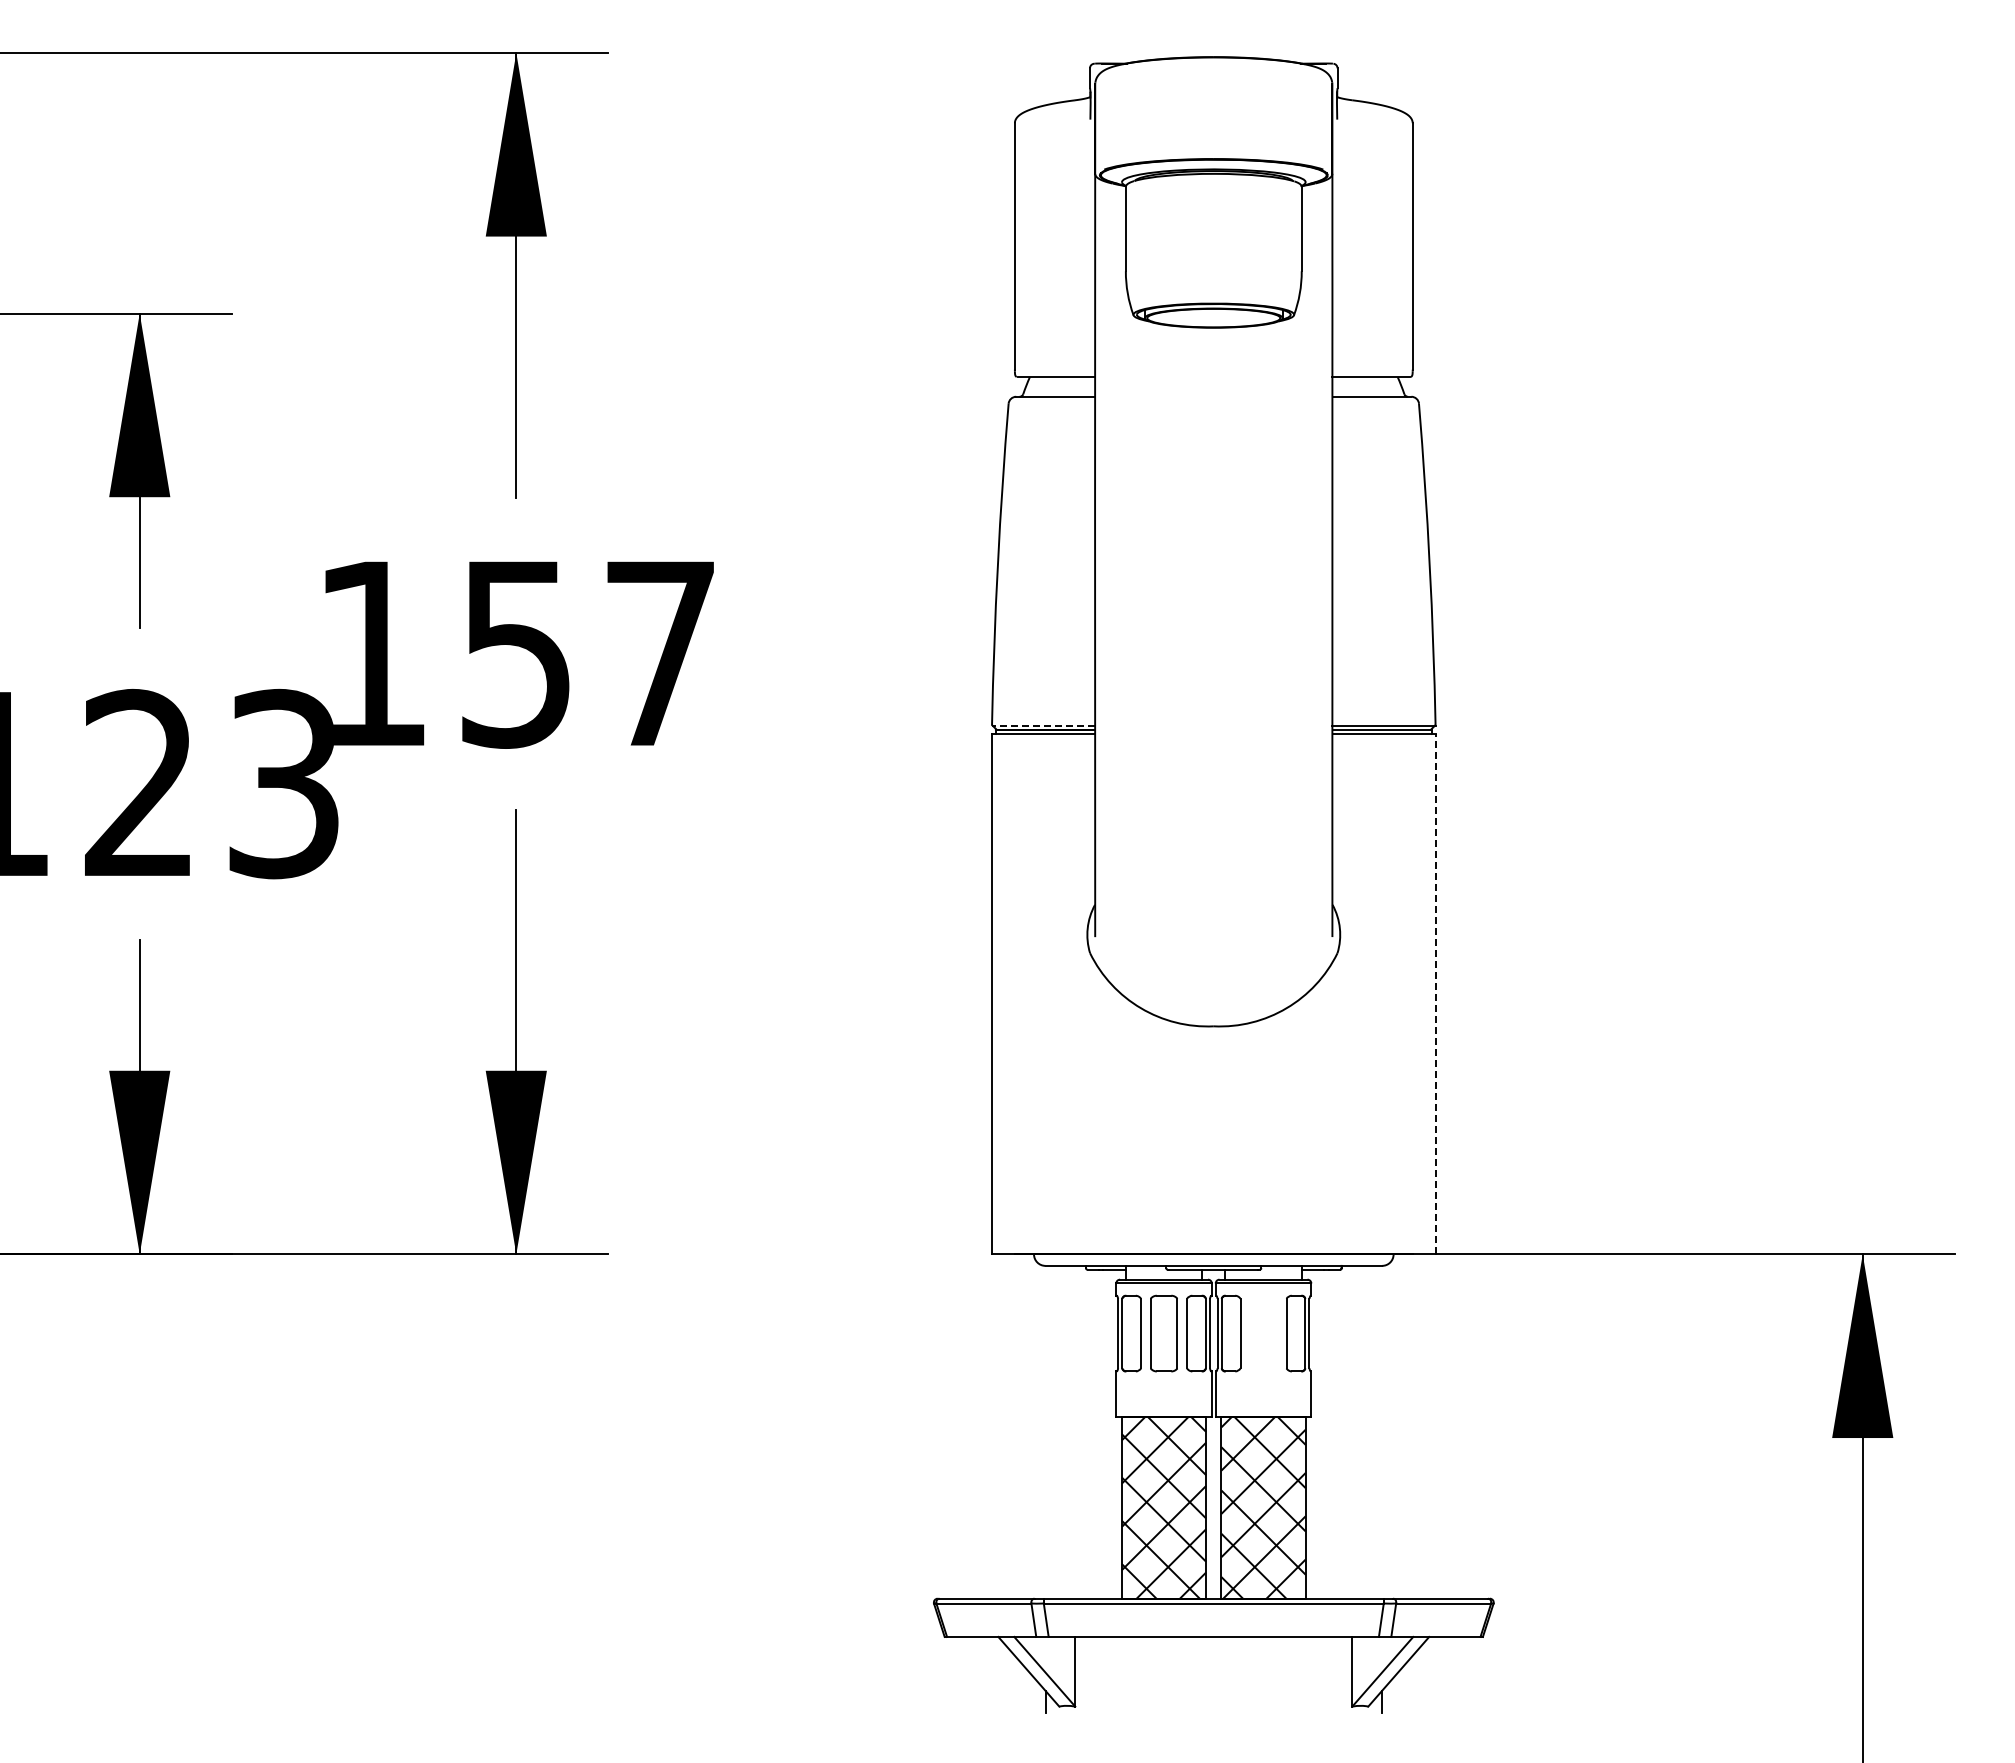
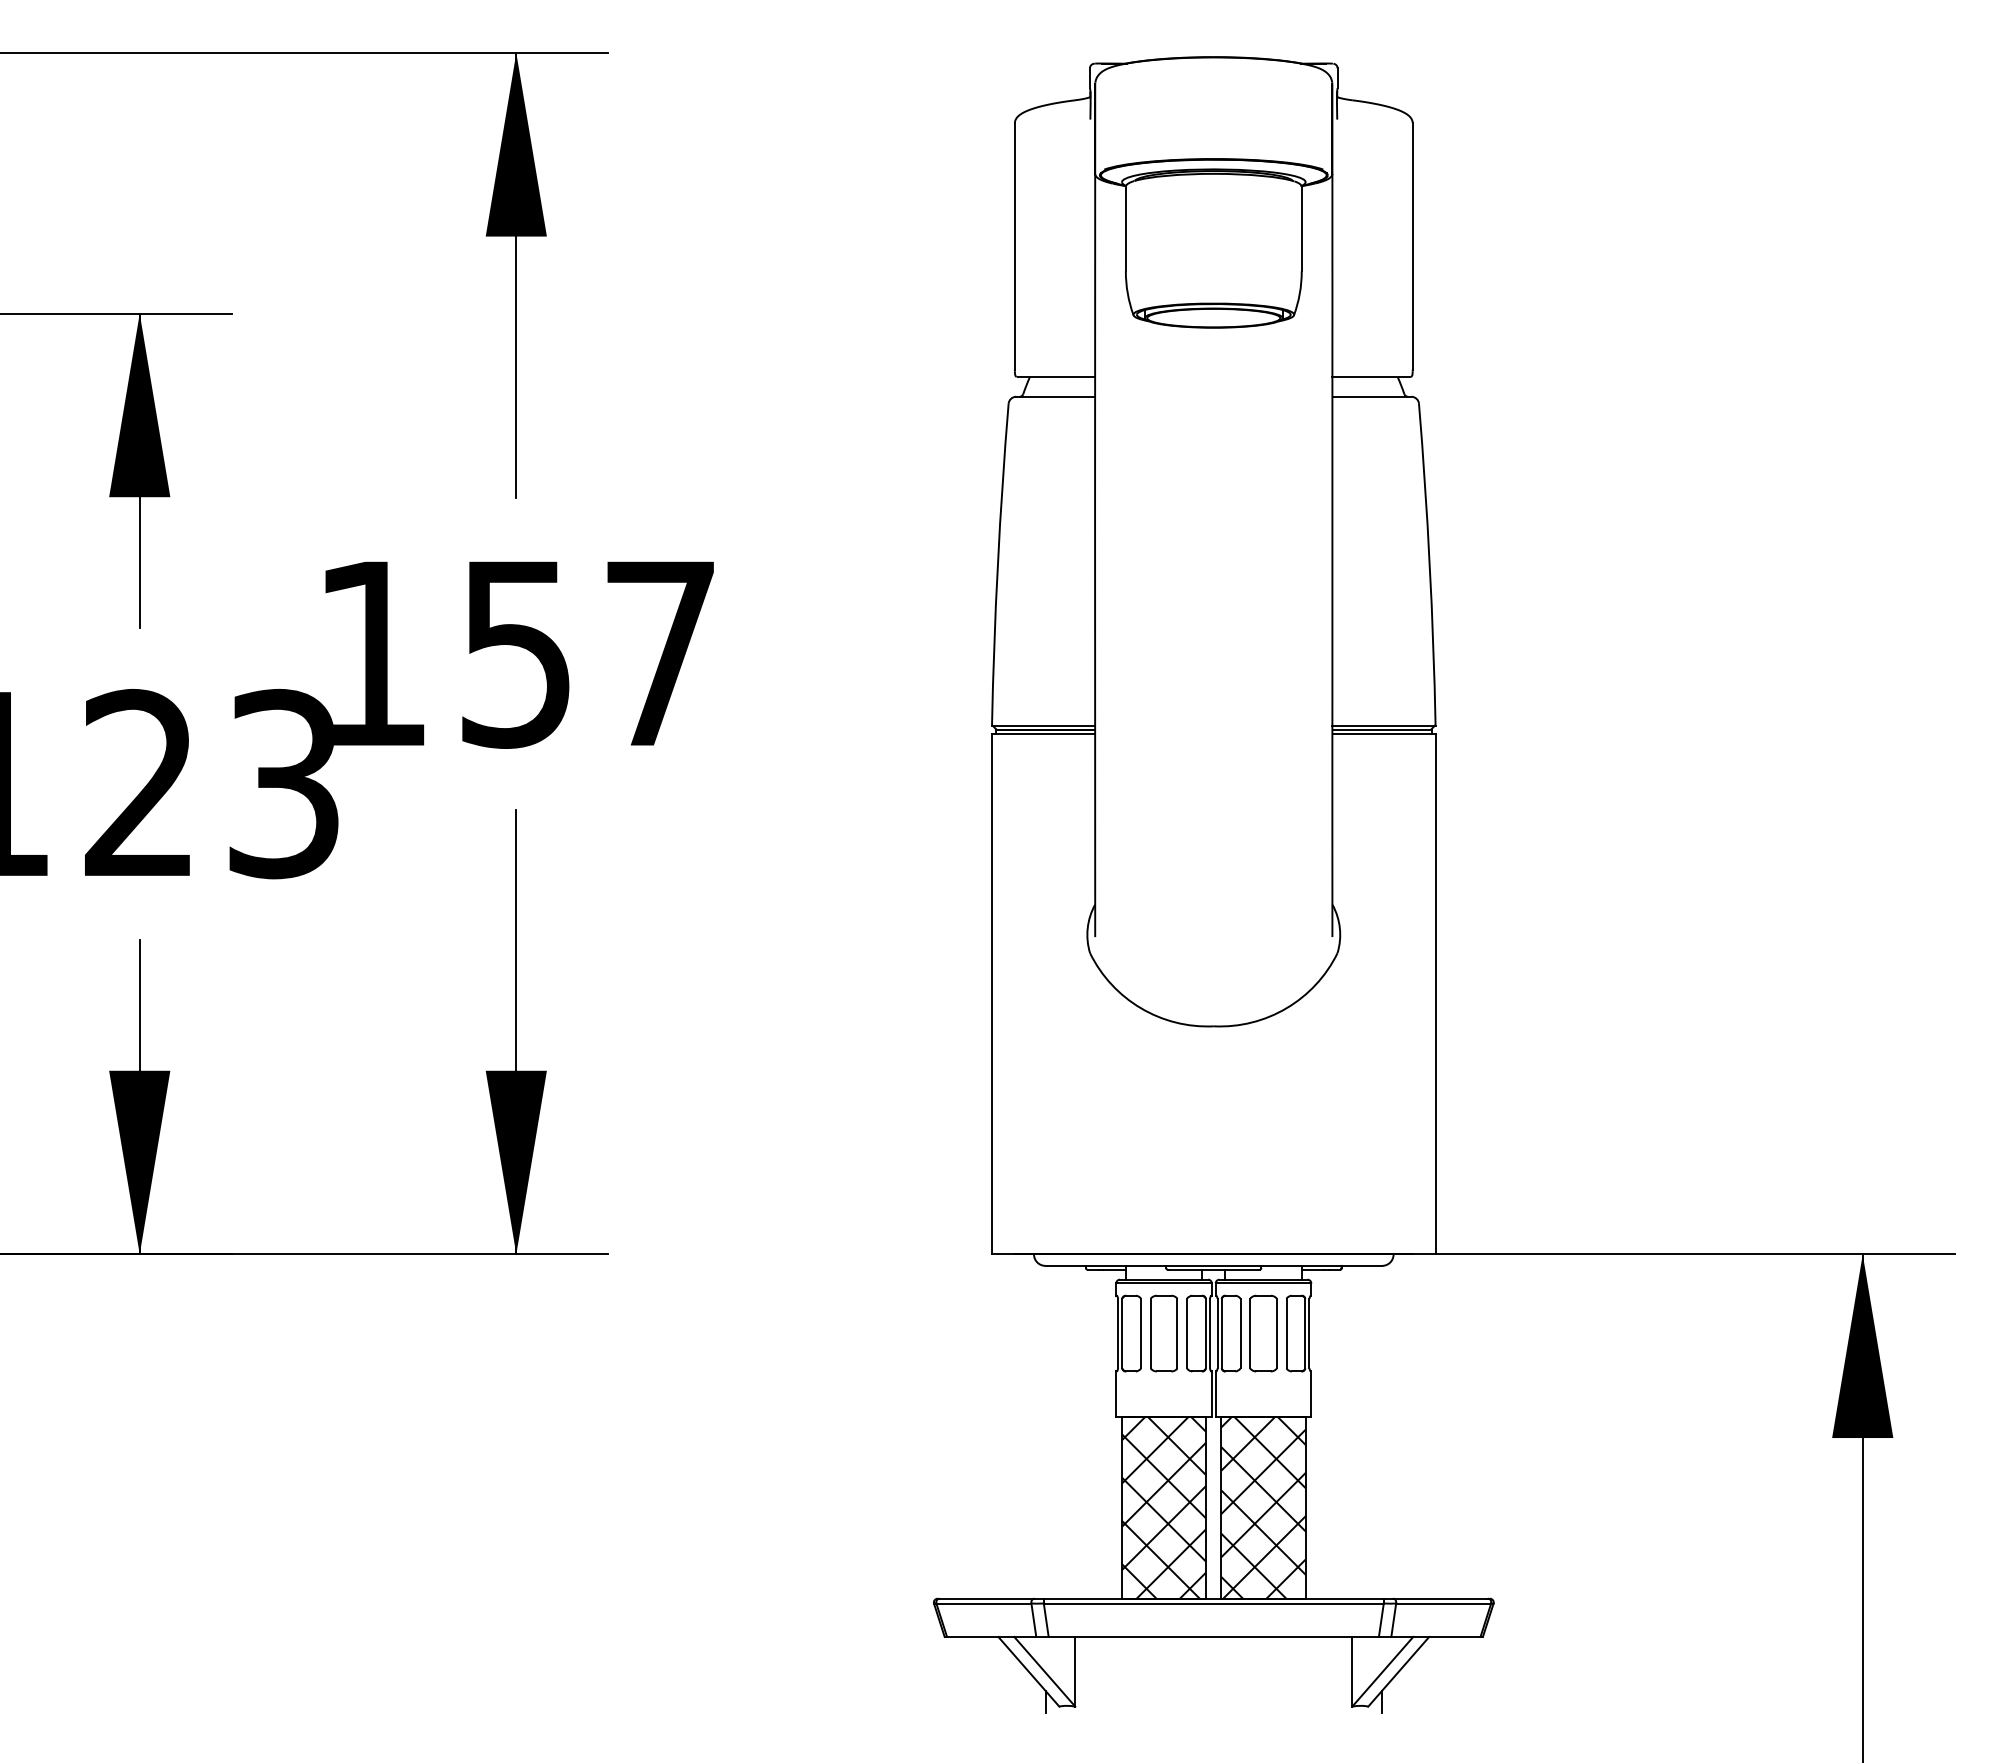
line at (1043, 725): dashed -> solid
line at (1435, 993): dashed -> solid
part at (1263, 1333): none -> present
